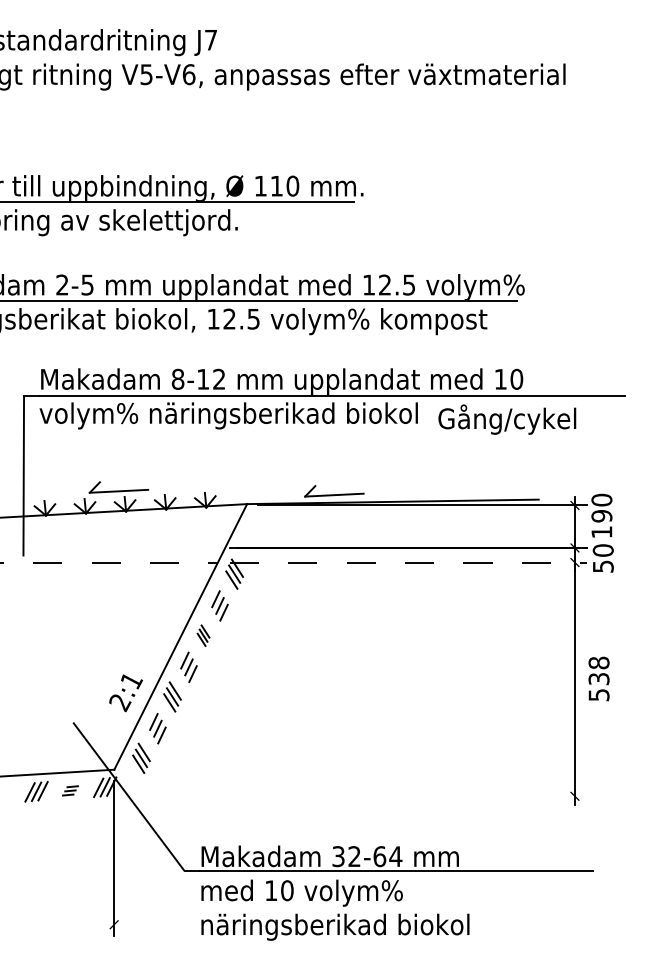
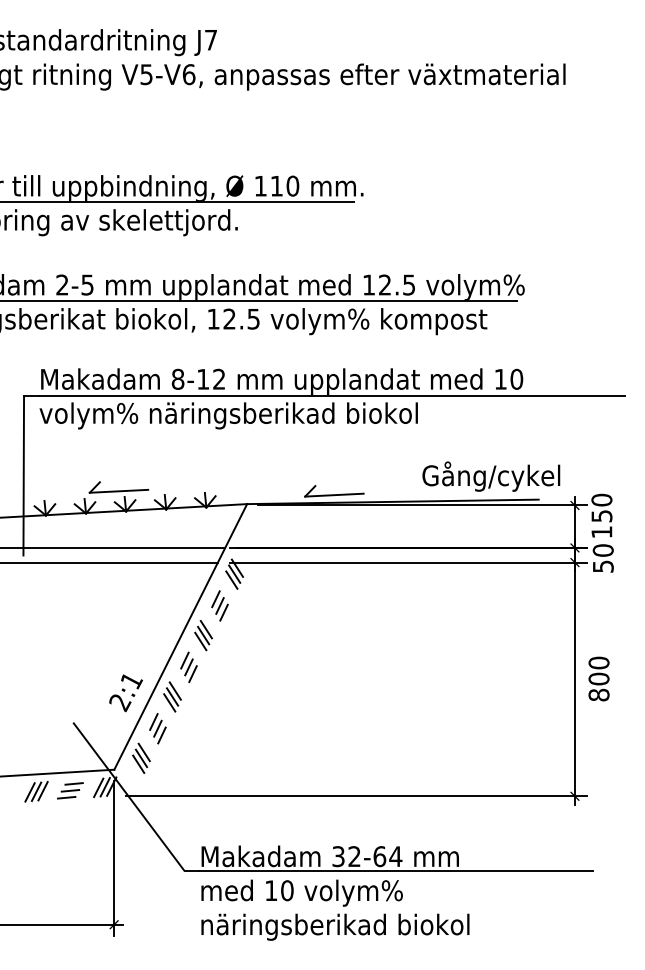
text at (507, 419) position: (507, 419) -> (491, 476)
text at (601, 516): 190 -> 150
line at (113, 547): none -> present
line at (109, 562): dashed -> solid
line at (408, 562): dashed -> solid
part at (203, 635) size: 15x23 px -> 19x32 px
text at (598, 678): 538 -> 800
part at (70, 790) size: 17x12 px -> 27x18 px
line at (355, 796): none -> present
line at (62, 924): none -> present
